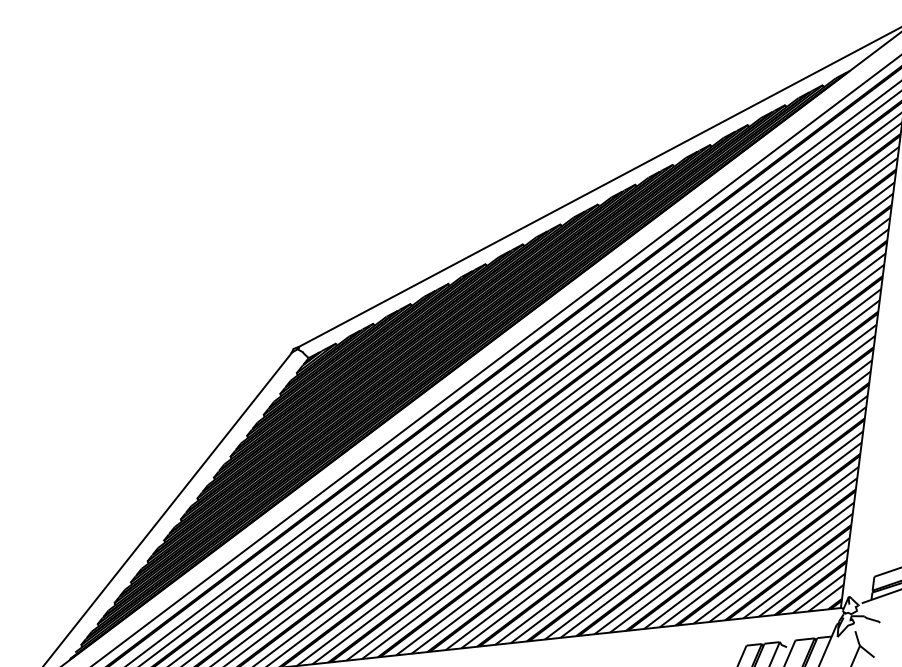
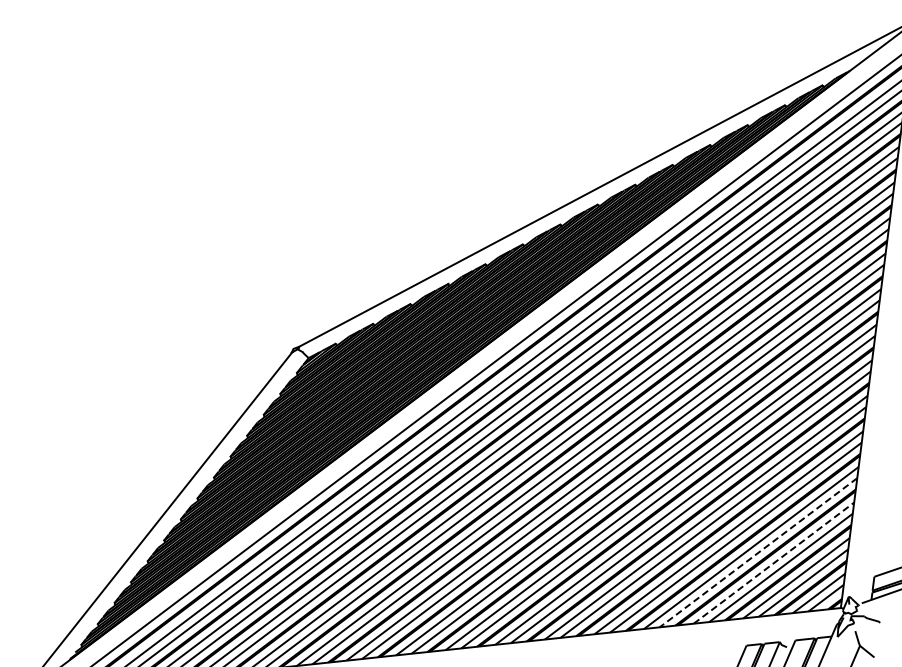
line at (758, 552): solid -> dashed
line at (773, 563): solid -> dashed
